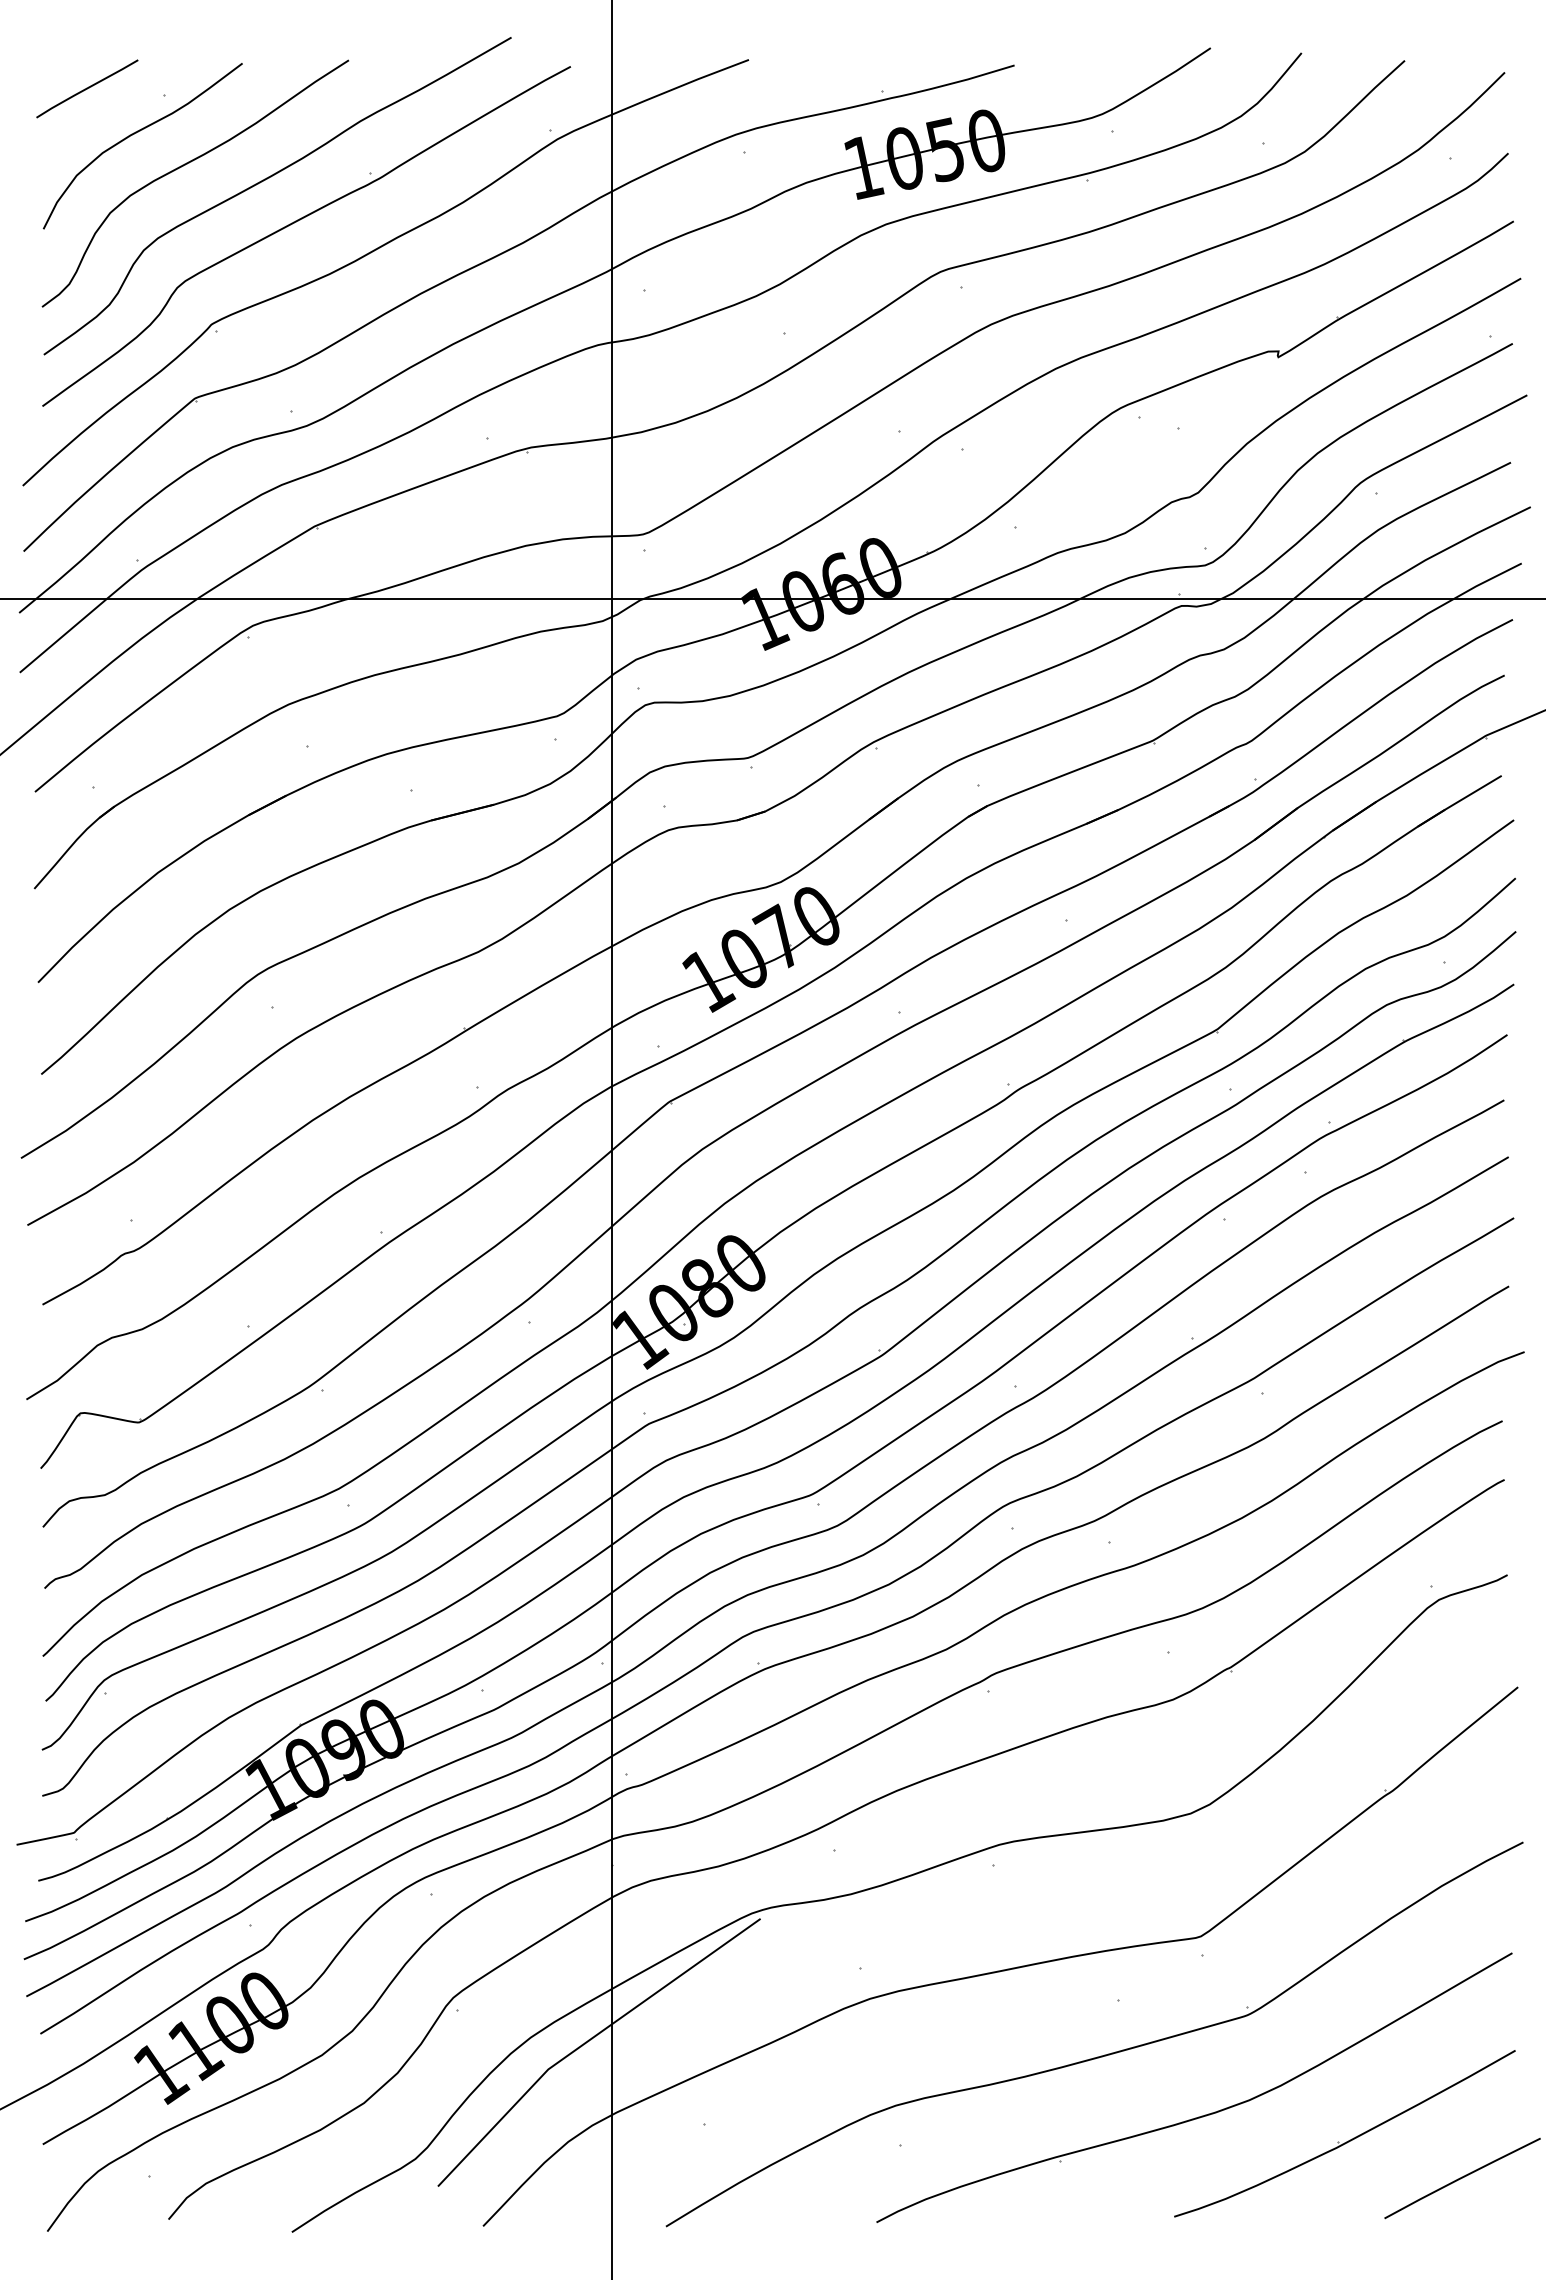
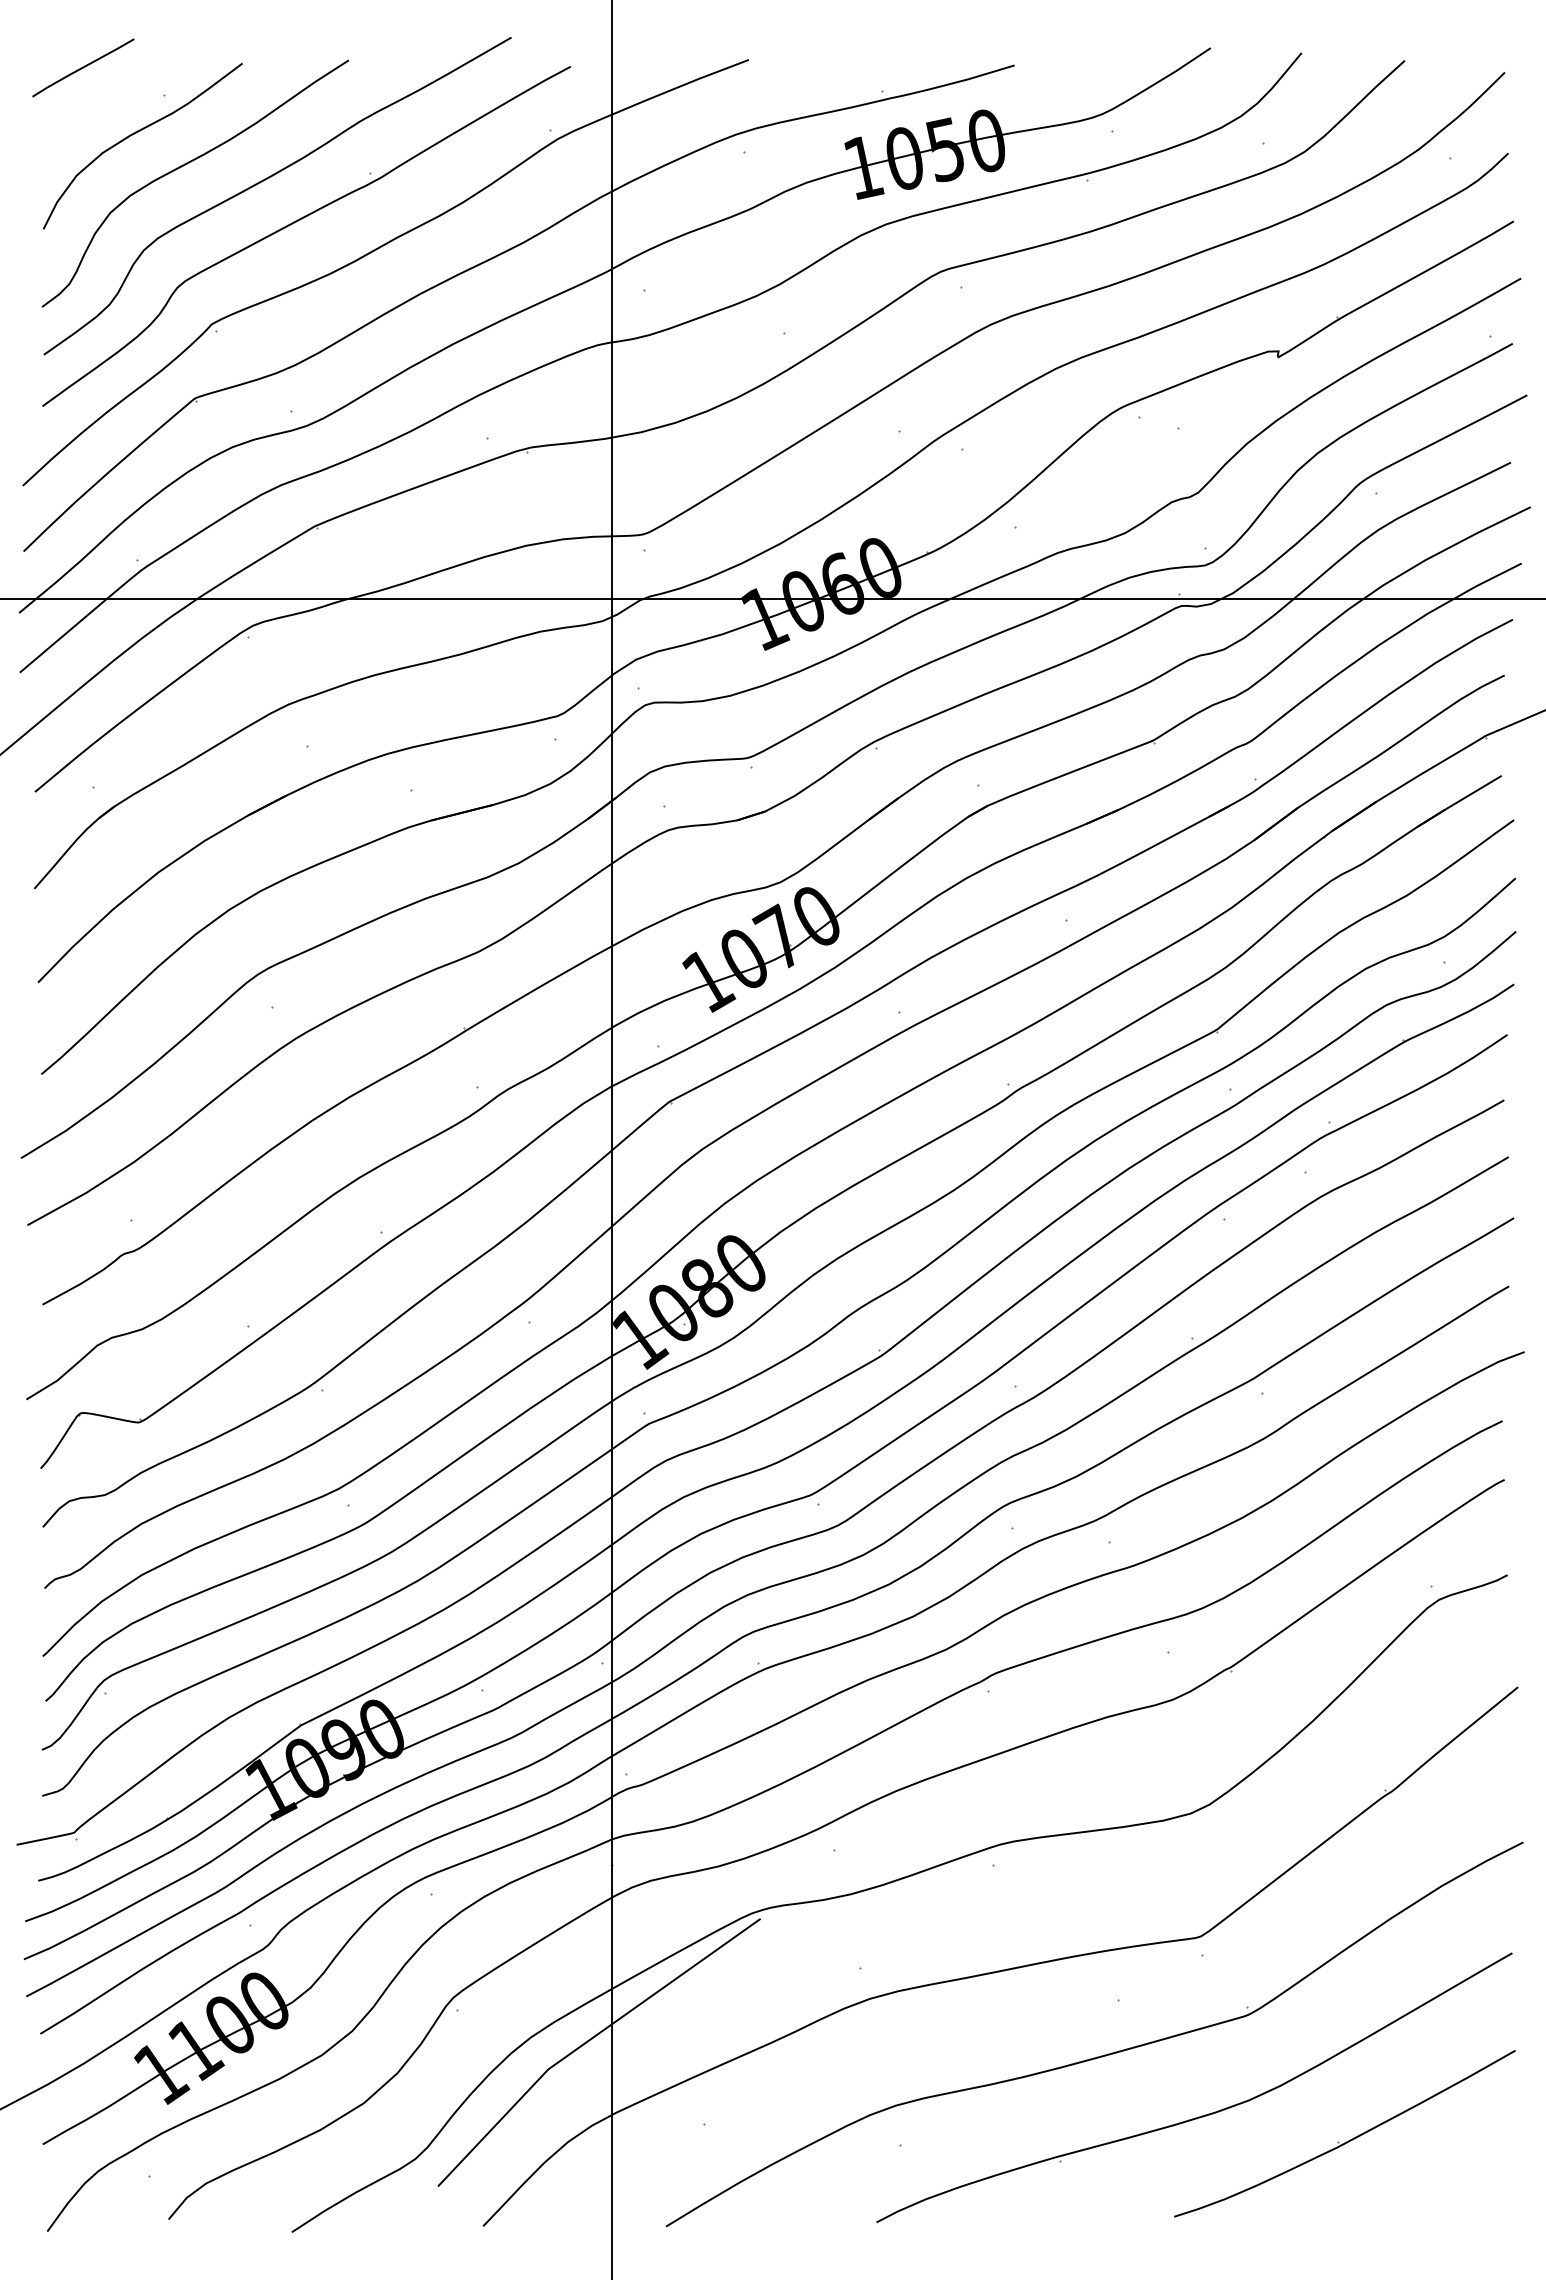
line at (87, 88) position: (87, 88) -> (83, 67)
line at (1462, 2178): present -> none
